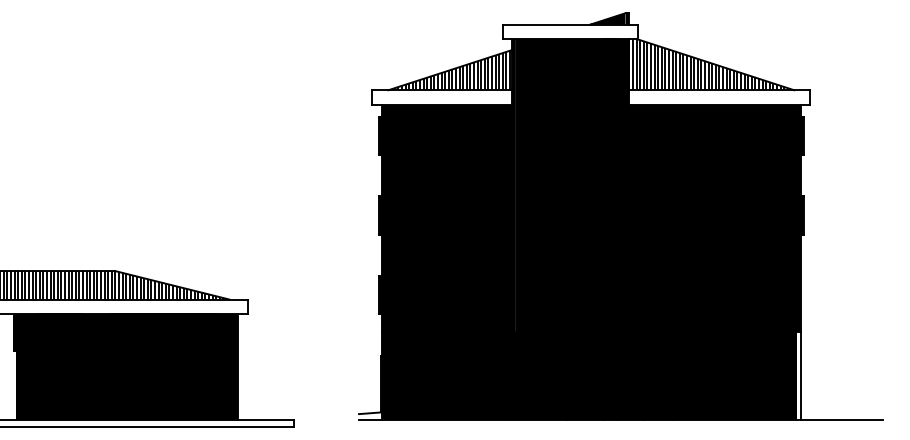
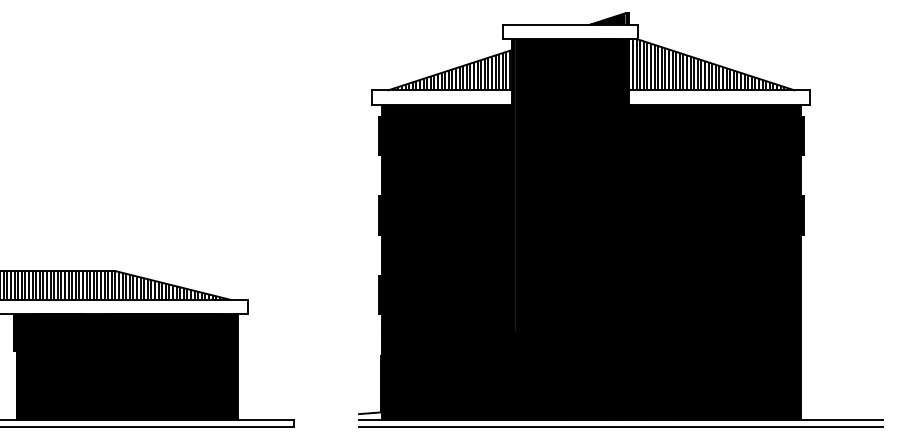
fill at (798, 375): none -> present
line at (620, 426): none -> present
